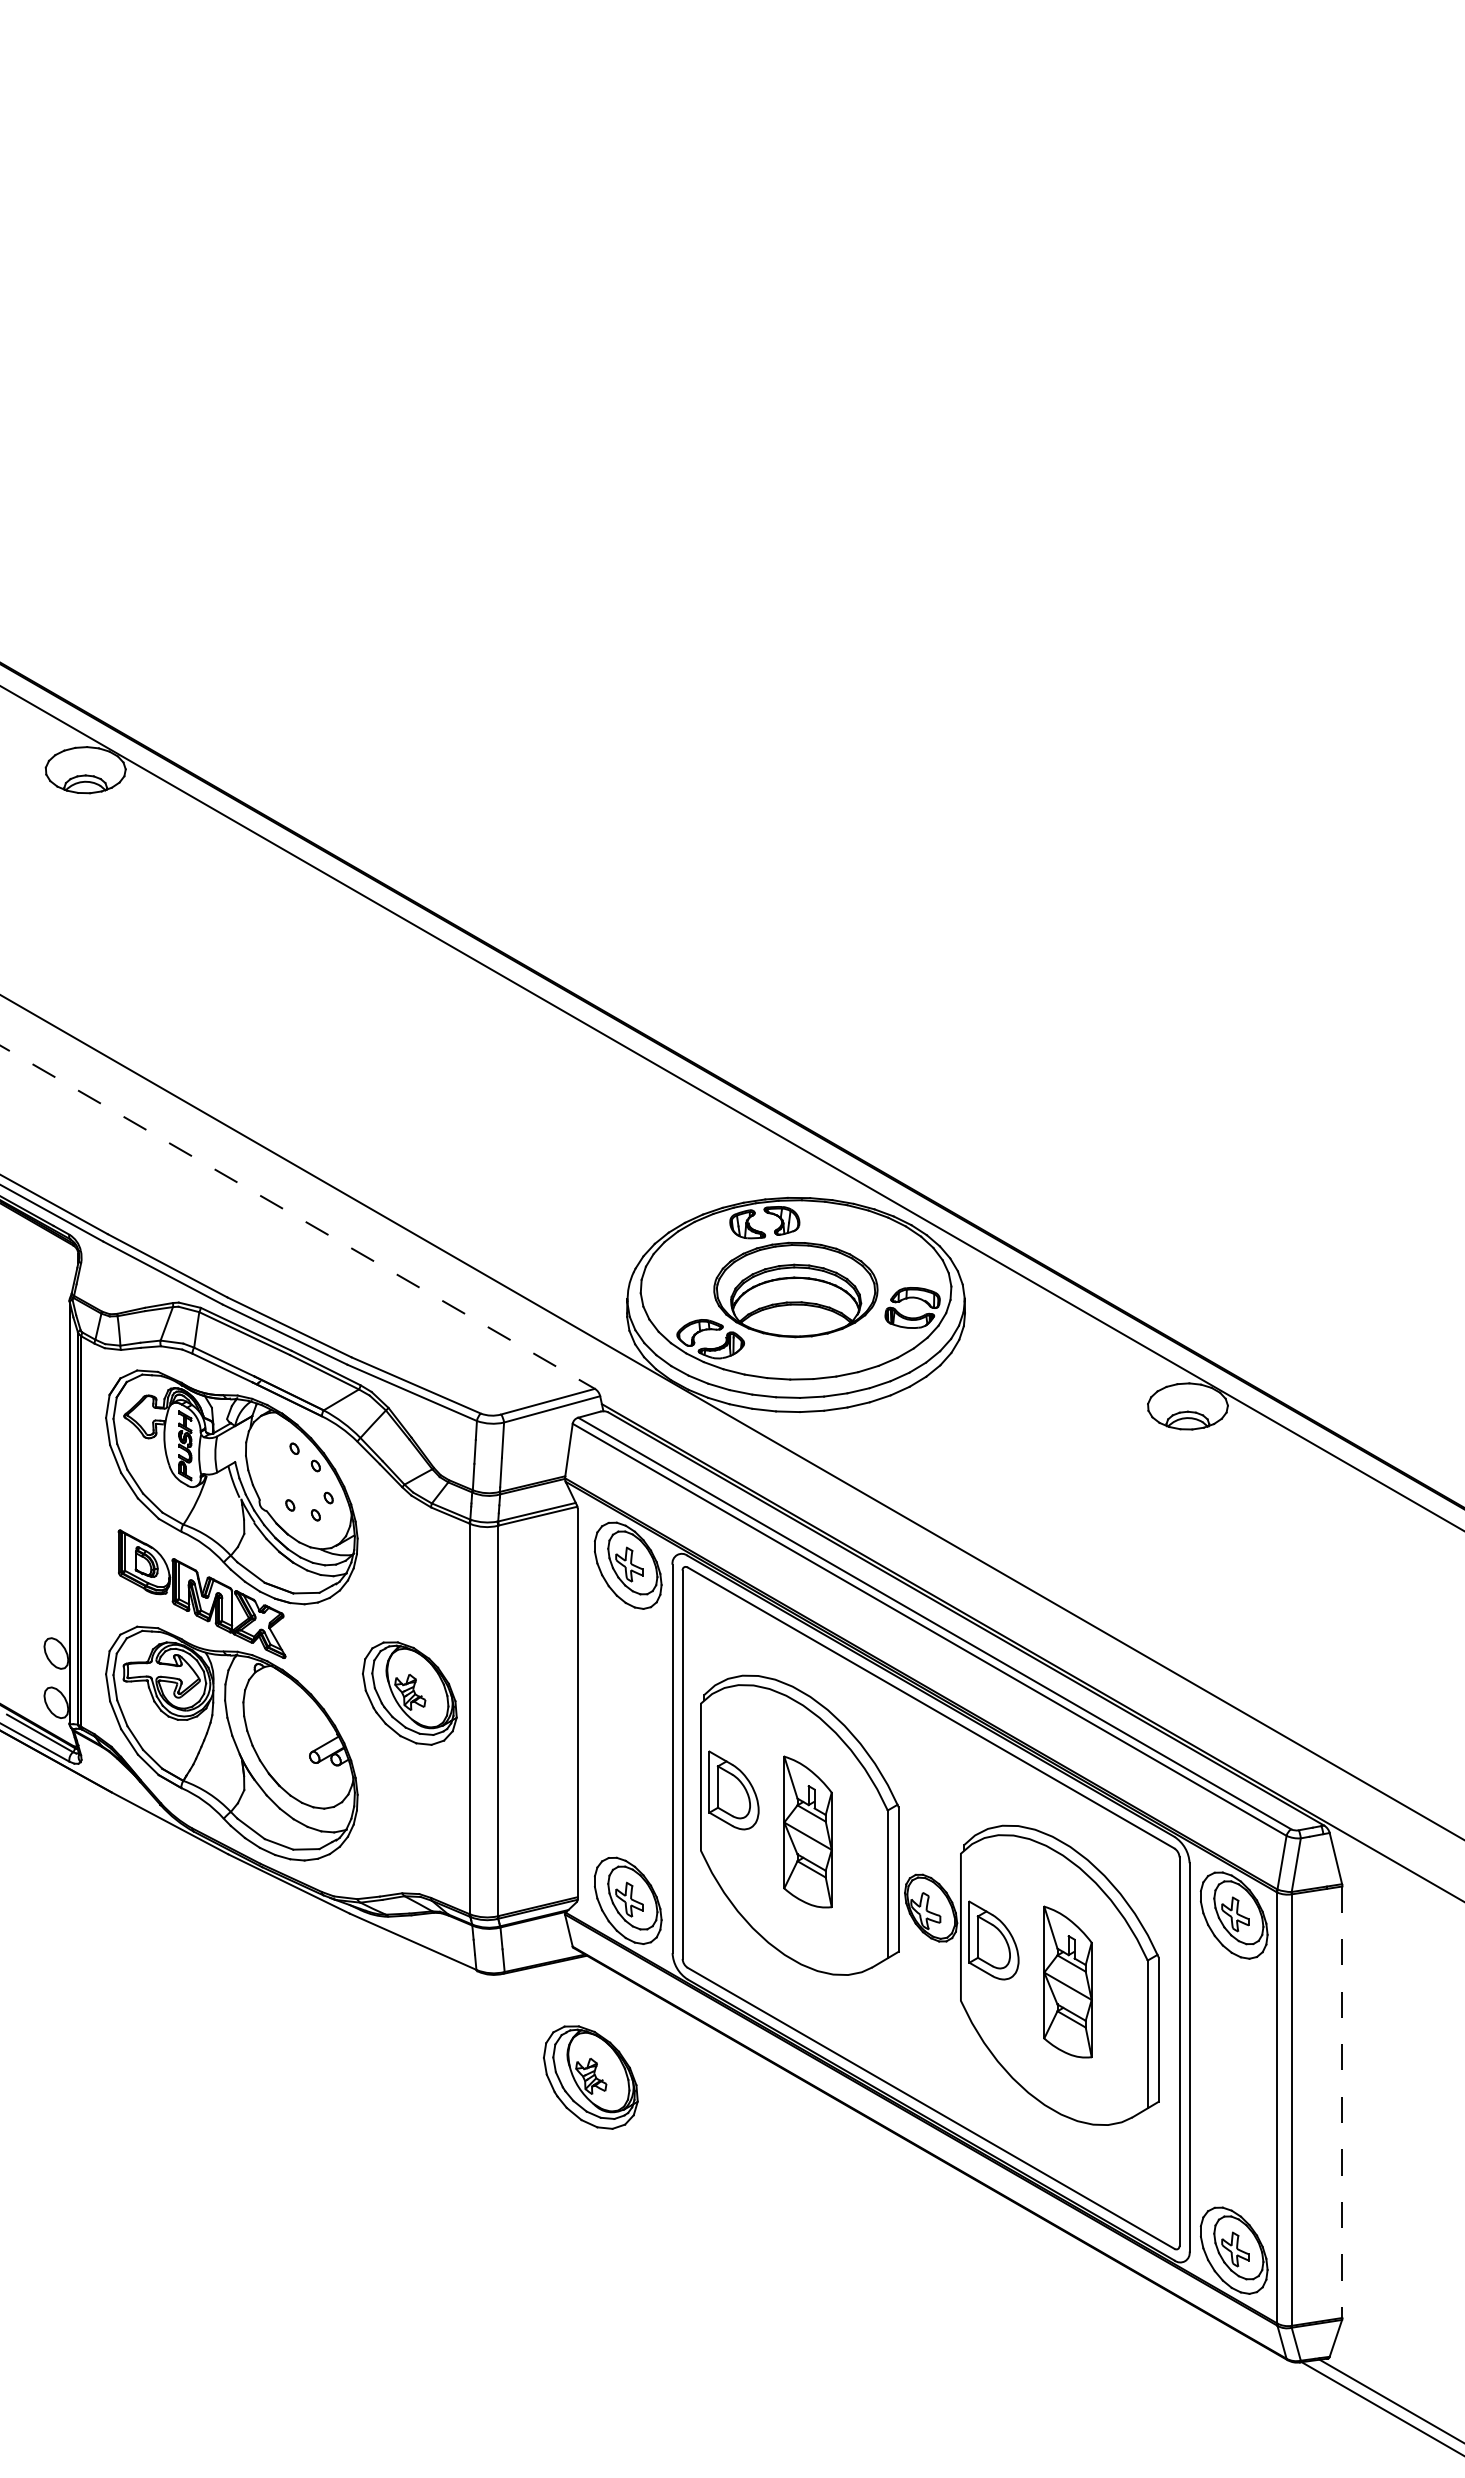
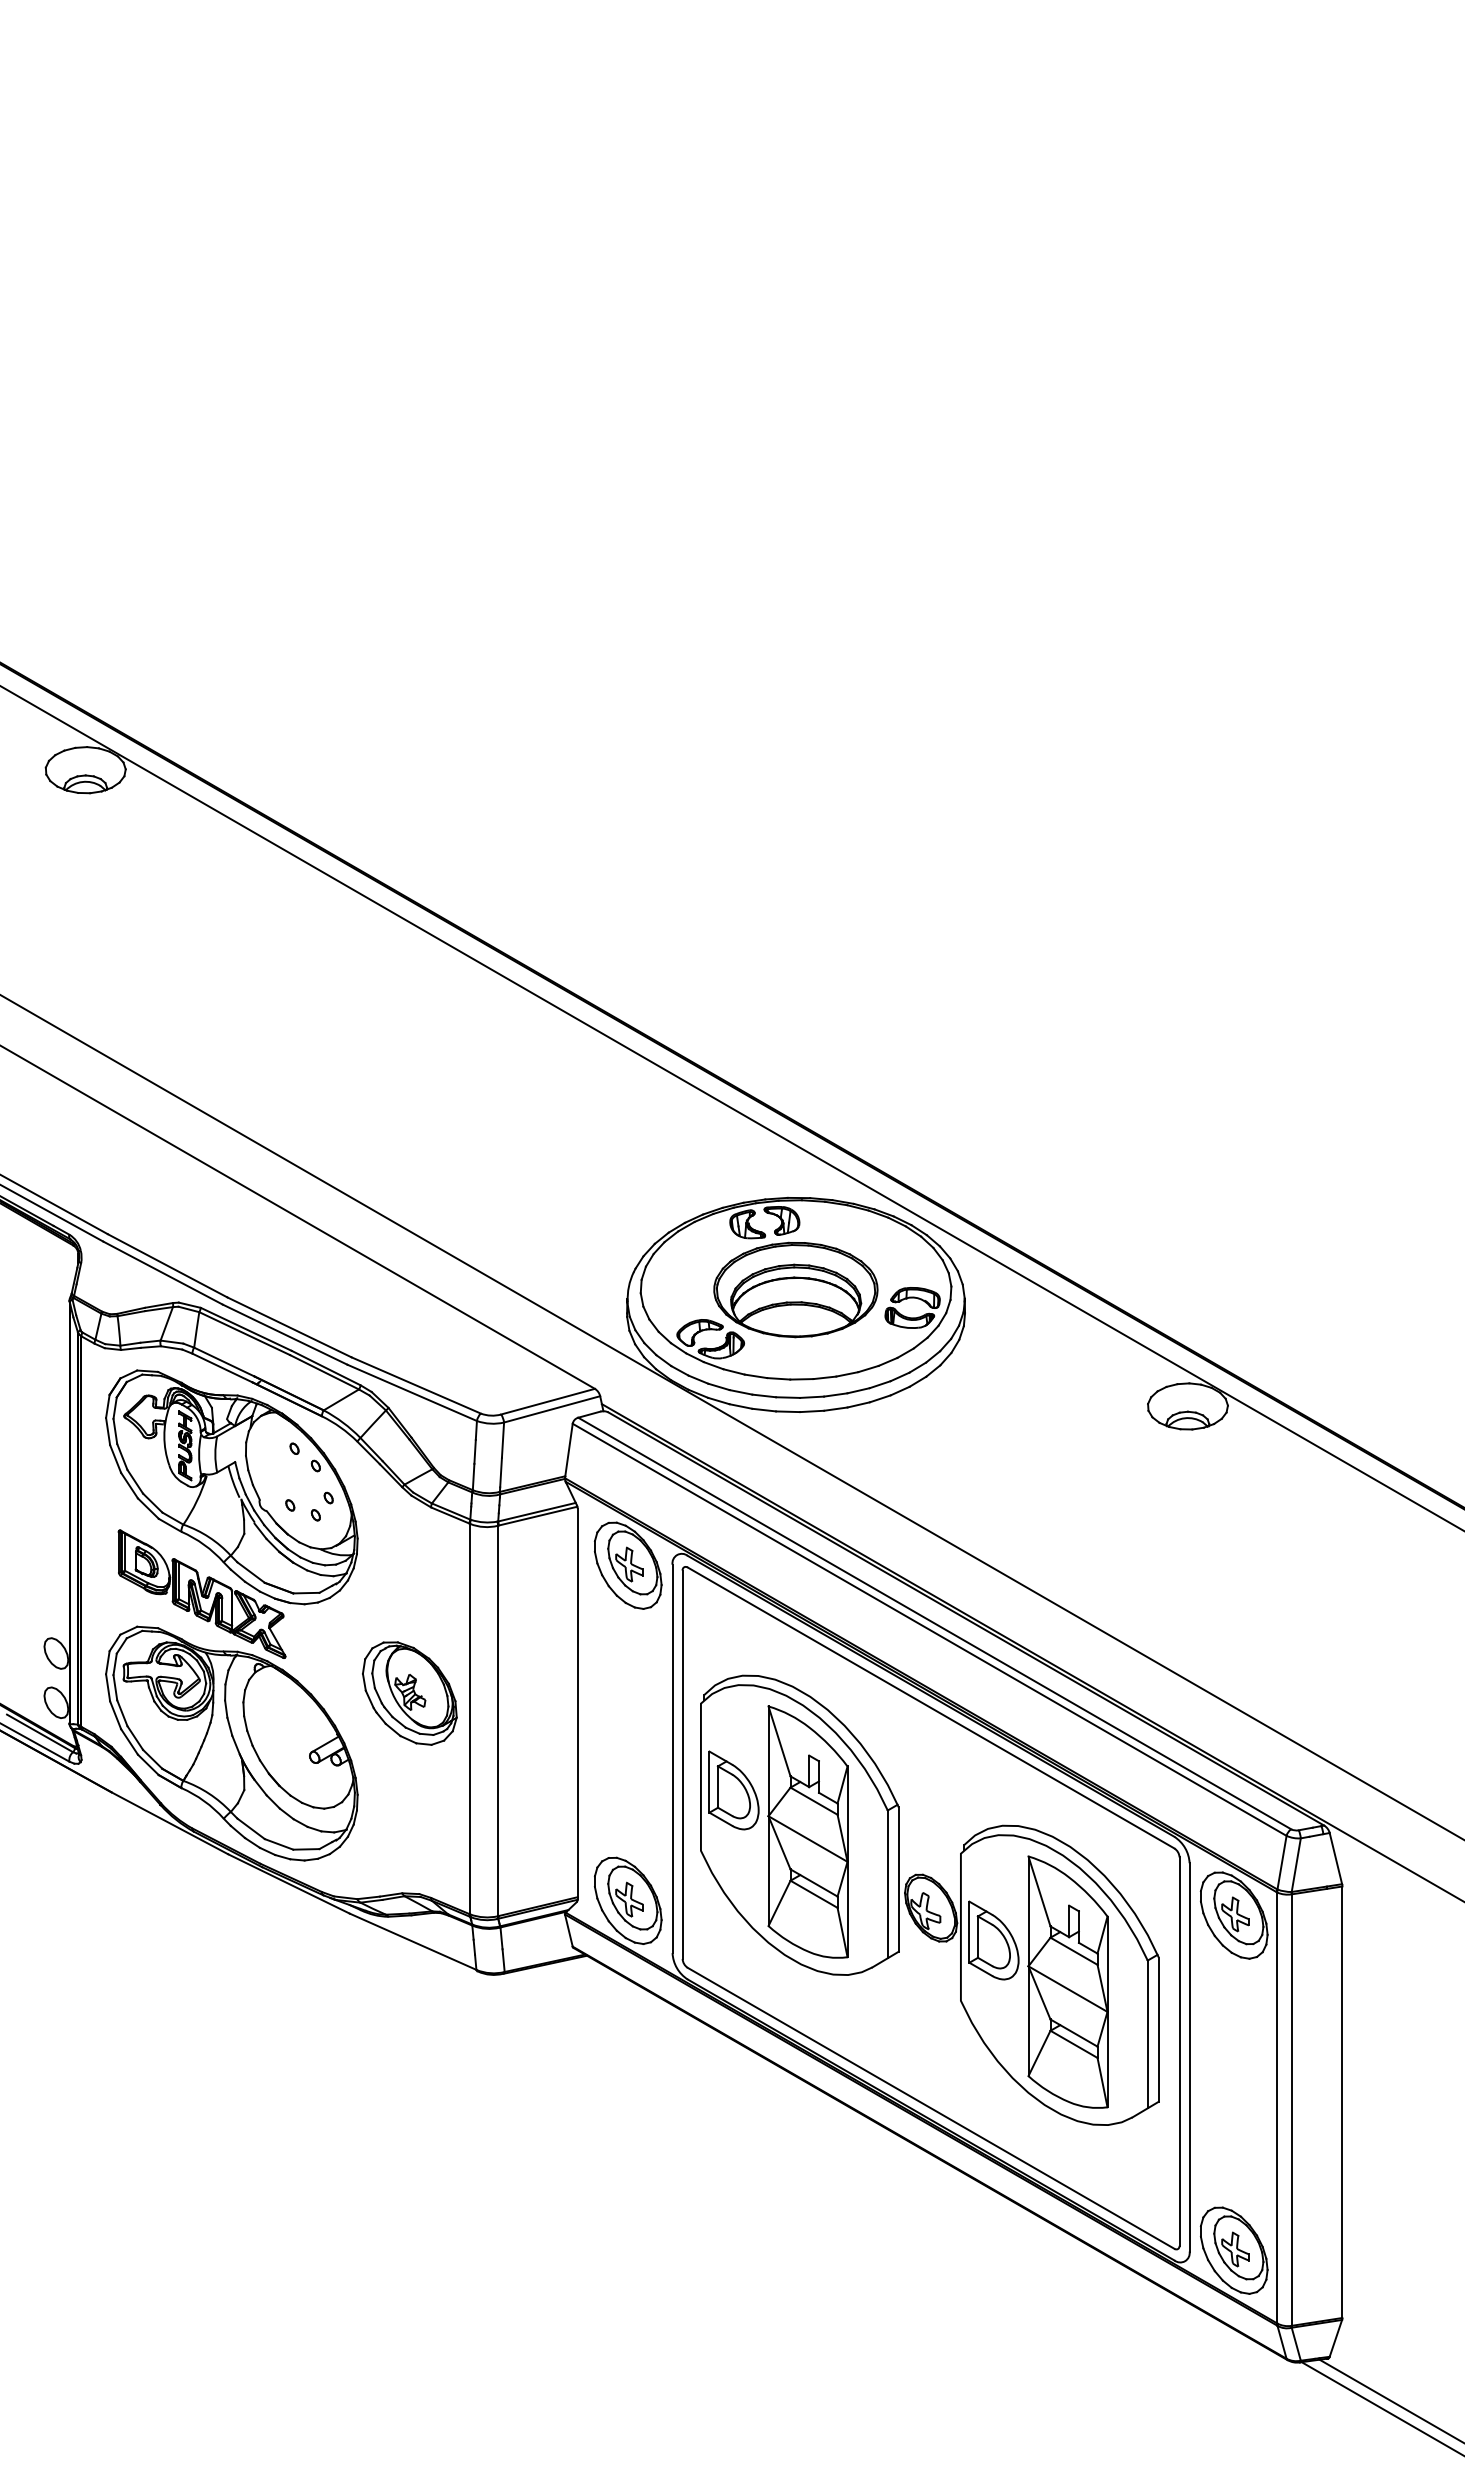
line at (298, 1217): dashed -> solid
part at (807, 1831) size: 50x154 px -> 82x254 px
part at (1067, 1981) size: 50x154 px -> 82x254 px
part at (590, 2077): present -> none
line at (1342, 2102): dashed -> solid
